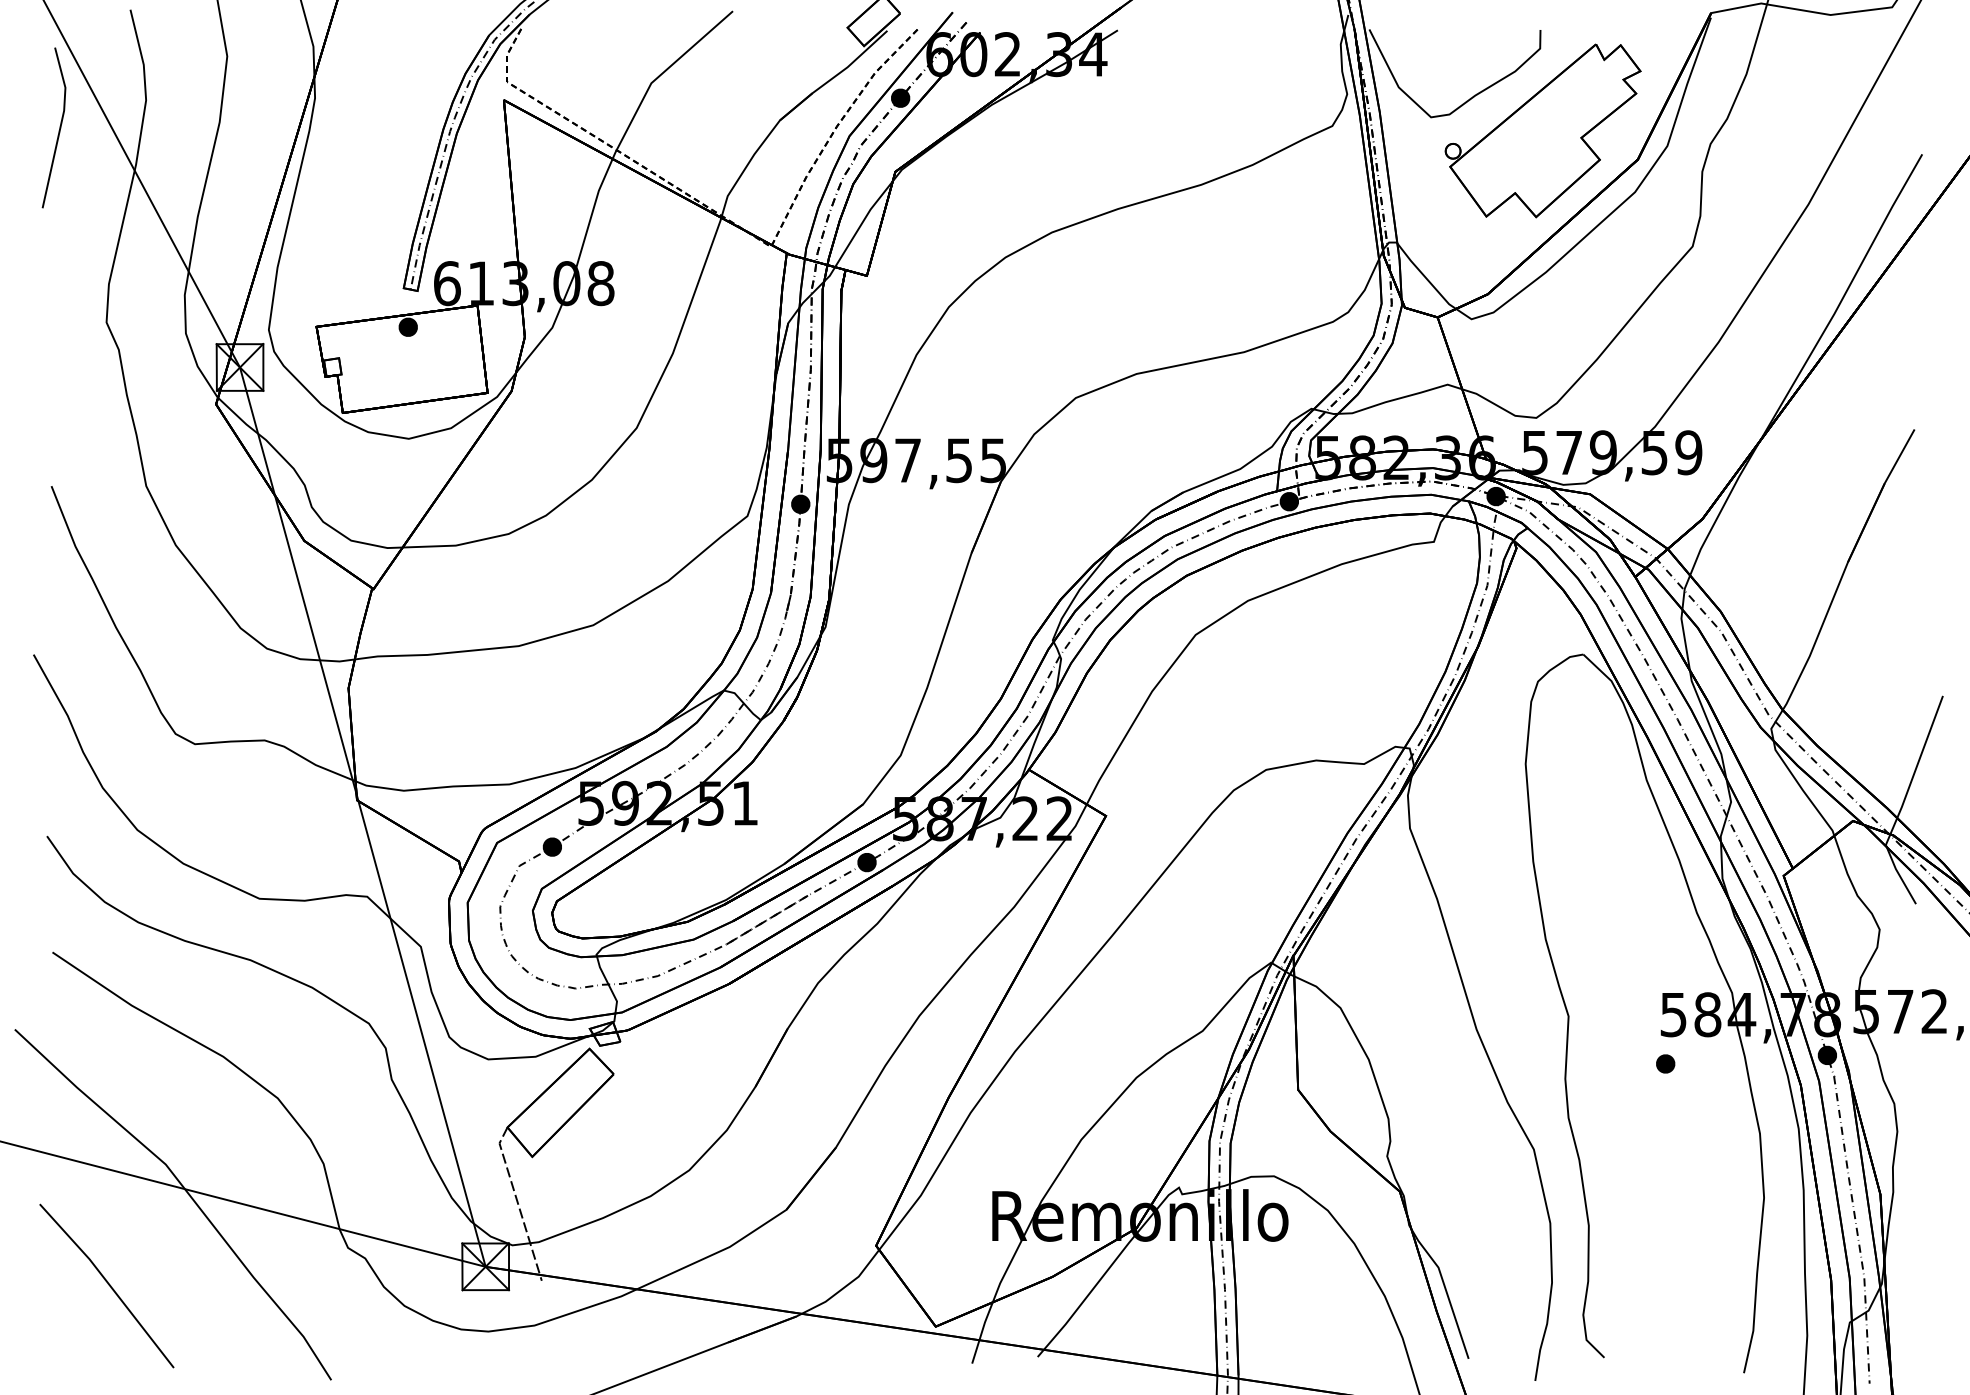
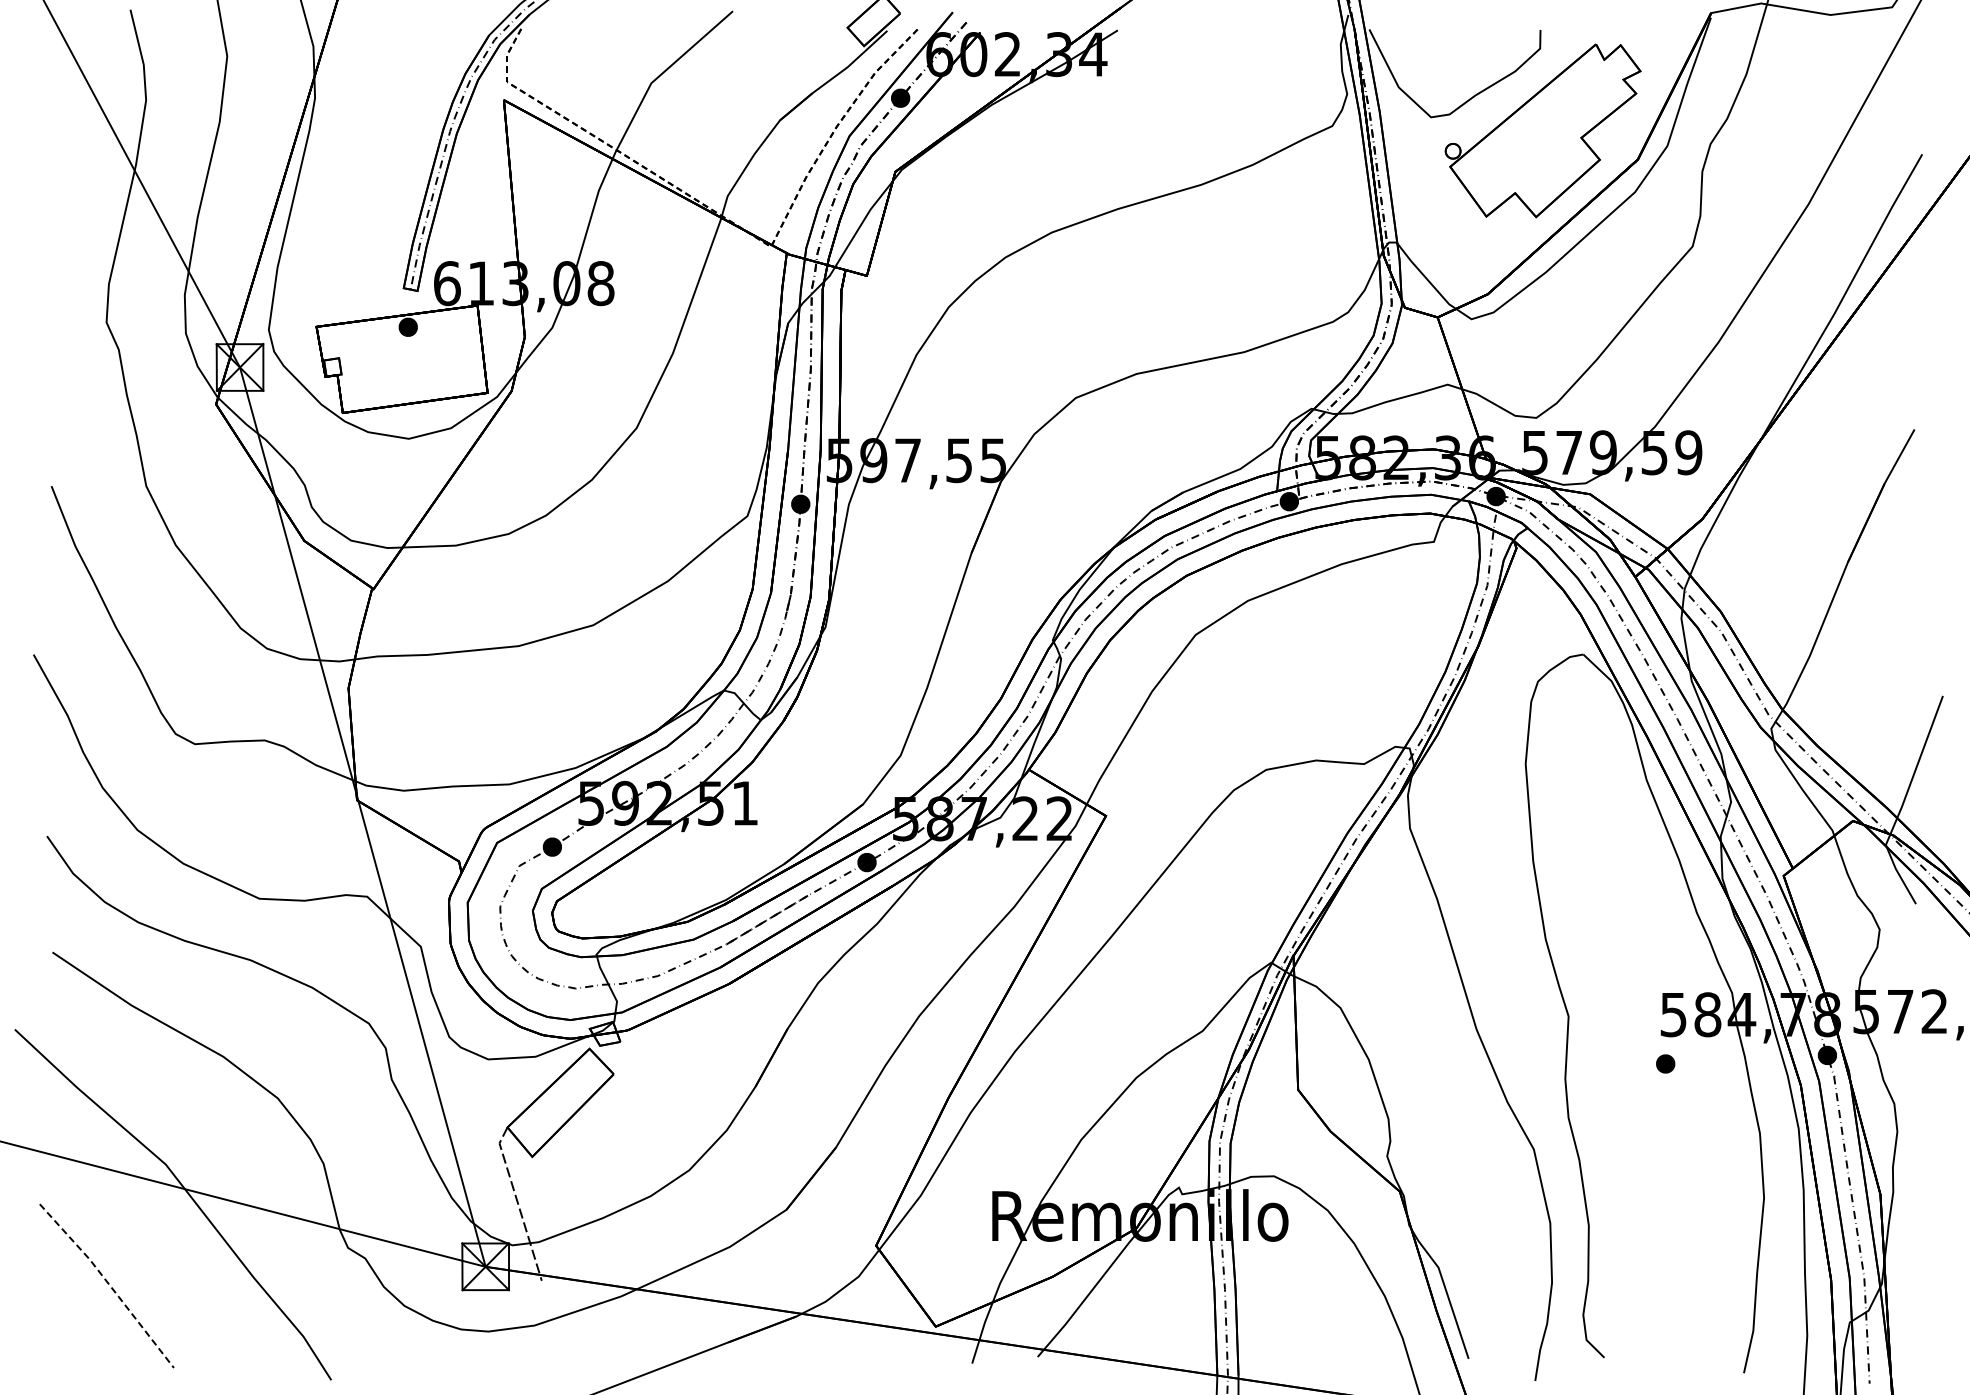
line at (58, 130): present -> none
line at (108, 1283): solid -> dashed
